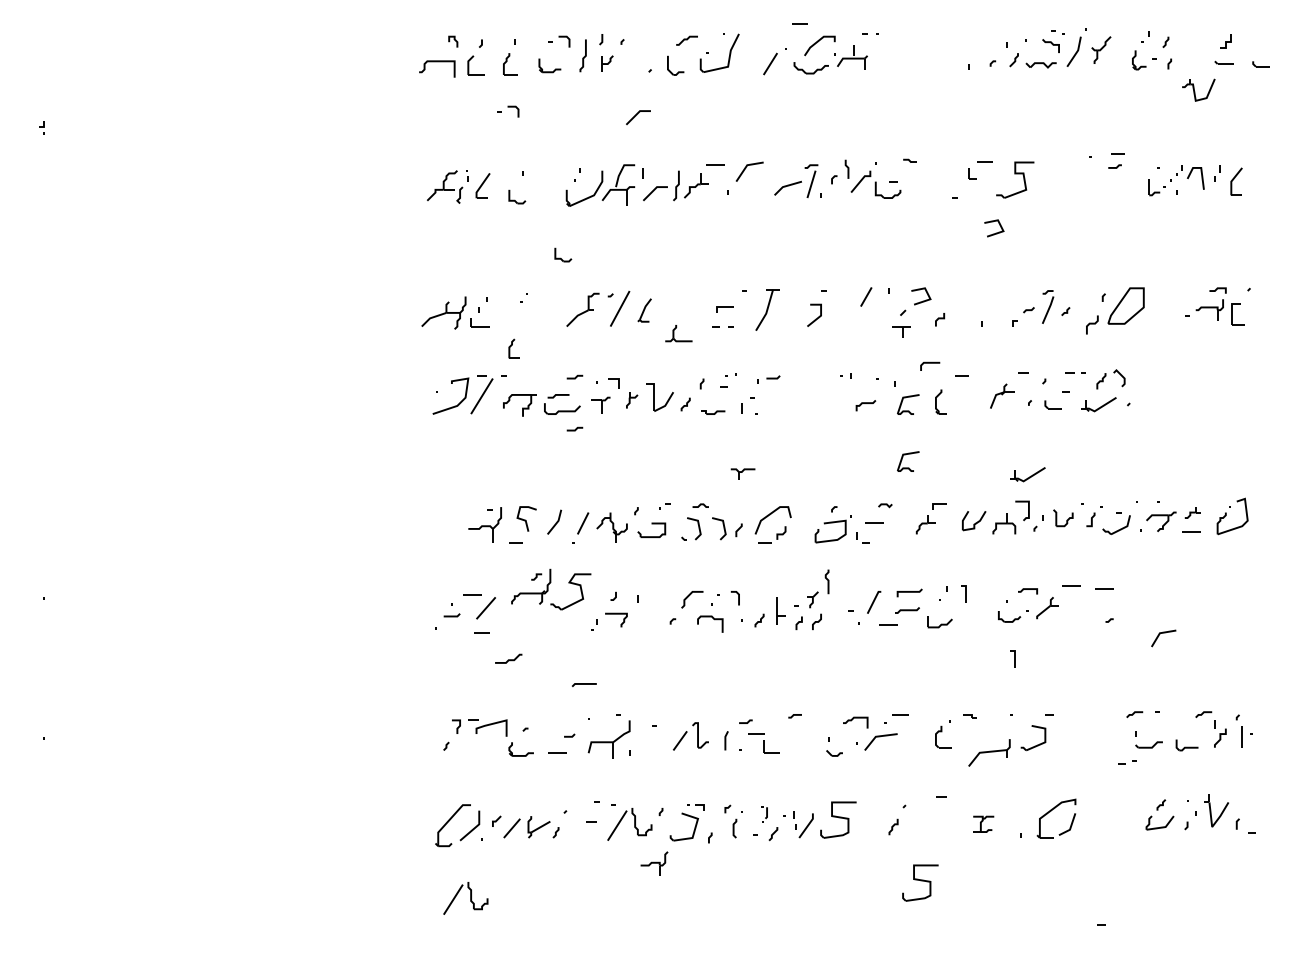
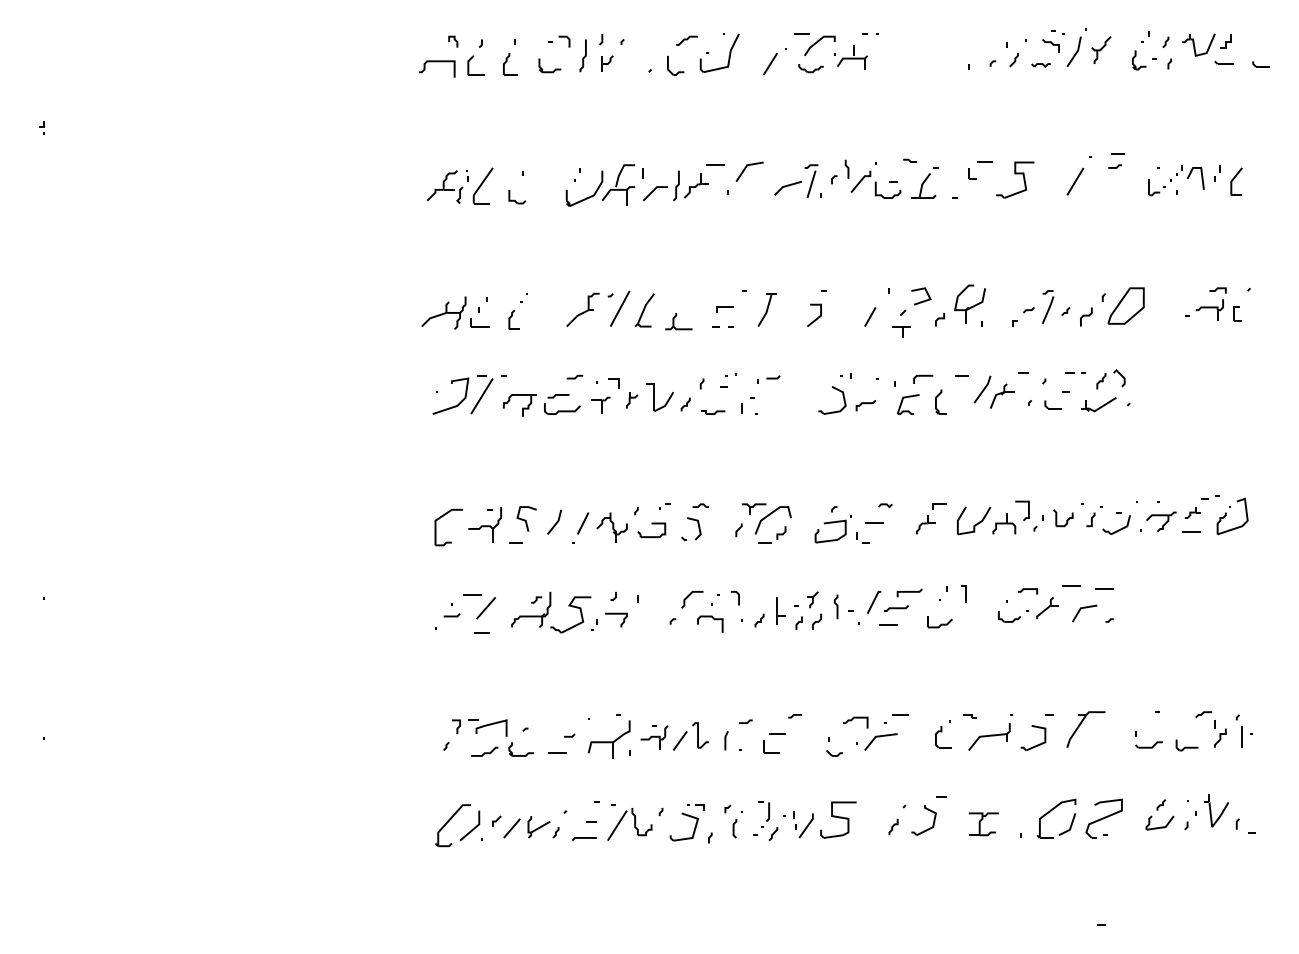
line at (799, 23) position: (799, 23) -> (801, 33)
part at (1040, 65) size: 32x7 px -> 20x5 px
part at (810, 68) size: 36x13 px -> 26x10 px
part at (1198, 89) position: (1198, 89) -> (1198, 44)
part at (508, 111): present -> none
line at (637, 115): present -> none
line at (1075, 181): none -> present
part at (924, 182): none -> present
part at (482, 185) size: 16x26 px -> 22x38 px
line at (996, 232): present -> none
part at (563, 254): present -> none
line at (866, 296) position: (866, 296) -> (870, 316)
part at (969, 303): none -> present
part at (767, 309) size: 25x42 px -> 20x34 px
part at (644, 310) size: 15x25 px -> 21x35 px
part at (1237, 314) size: 14x23 px -> 9x16 px
curve at (1092, 324) position: (1092, 324) -> (1086, 316)
part at (678, 333) position: (678, 333) -> (678, 321)
part at (513, 348) position: (513, 348) -> (513, 319)
line at (930, 363) position: (930, 363) -> (923, 376)
line at (982, 389): none -> present
part at (842, 396): none -> present
line at (575, 428): present -> none
part at (908, 461): present -> none
part at (742, 473) position: (742, 473) -> (753, 508)
part at (1027, 474): present -> none
part at (442, 517): none -> present
part at (974, 521) size: 25x21 px -> 35x30 px
line at (723, 528): present -> none
curve at (827, 581) position: (827, 581) -> (836, 606)
part at (551, 589) position: (551, 589) -> (551, 612)
line at (907, 610) position: (907, 610) -> (896, 608)
line at (1159, 636) position: (1159, 636) -> (1080, 611)
line at (1014, 658): present -> none
curve at (508, 659) position: (508, 659) -> (484, 752)
line at (584, 684) position: (584, 684) -> (584, 838)
line at (1134, 714): present -> none
part at (1079, 727): none -> present
line at (756, 733) position: (756, 733) -> (777, 733)
part at (989, 752) position: (989, 752) -> (989, 736)
part at (1127, 762) position: (1127, 762) -> (1210, 497)
part at (764, 814) size: 7x17 px -> 12x27 px
part at (1103, 818): none -> present
part at (983, 823) size: 22x18 px -> 31x25 px
part at (927, 828): none -> present
part at (654, 863) position: (654, 863) -> (654, 737)
part at (920, 882): present -> none
part at (465, 898): present -> none
